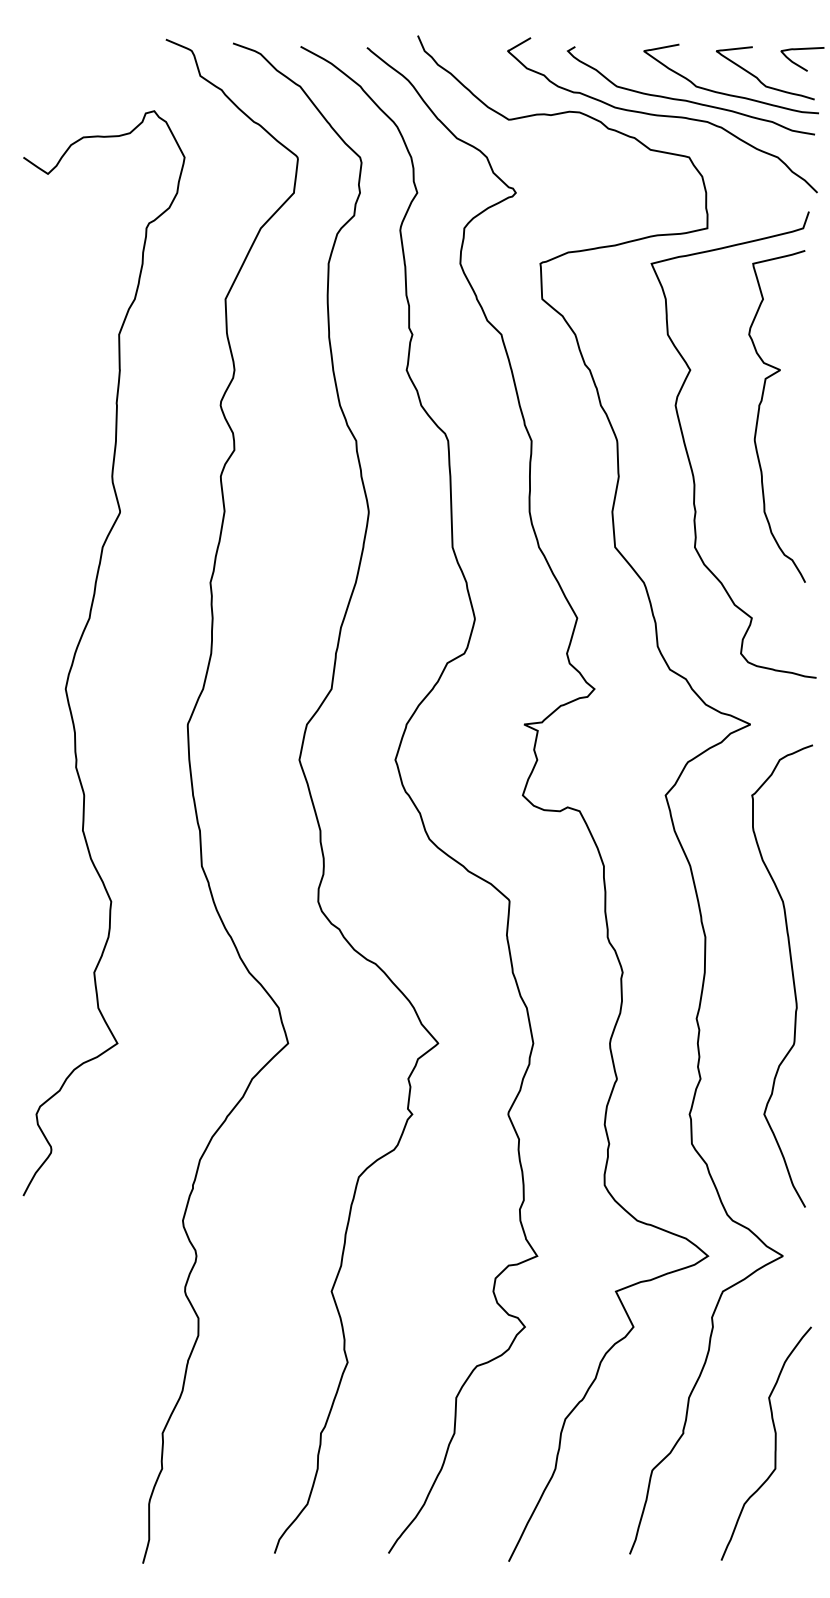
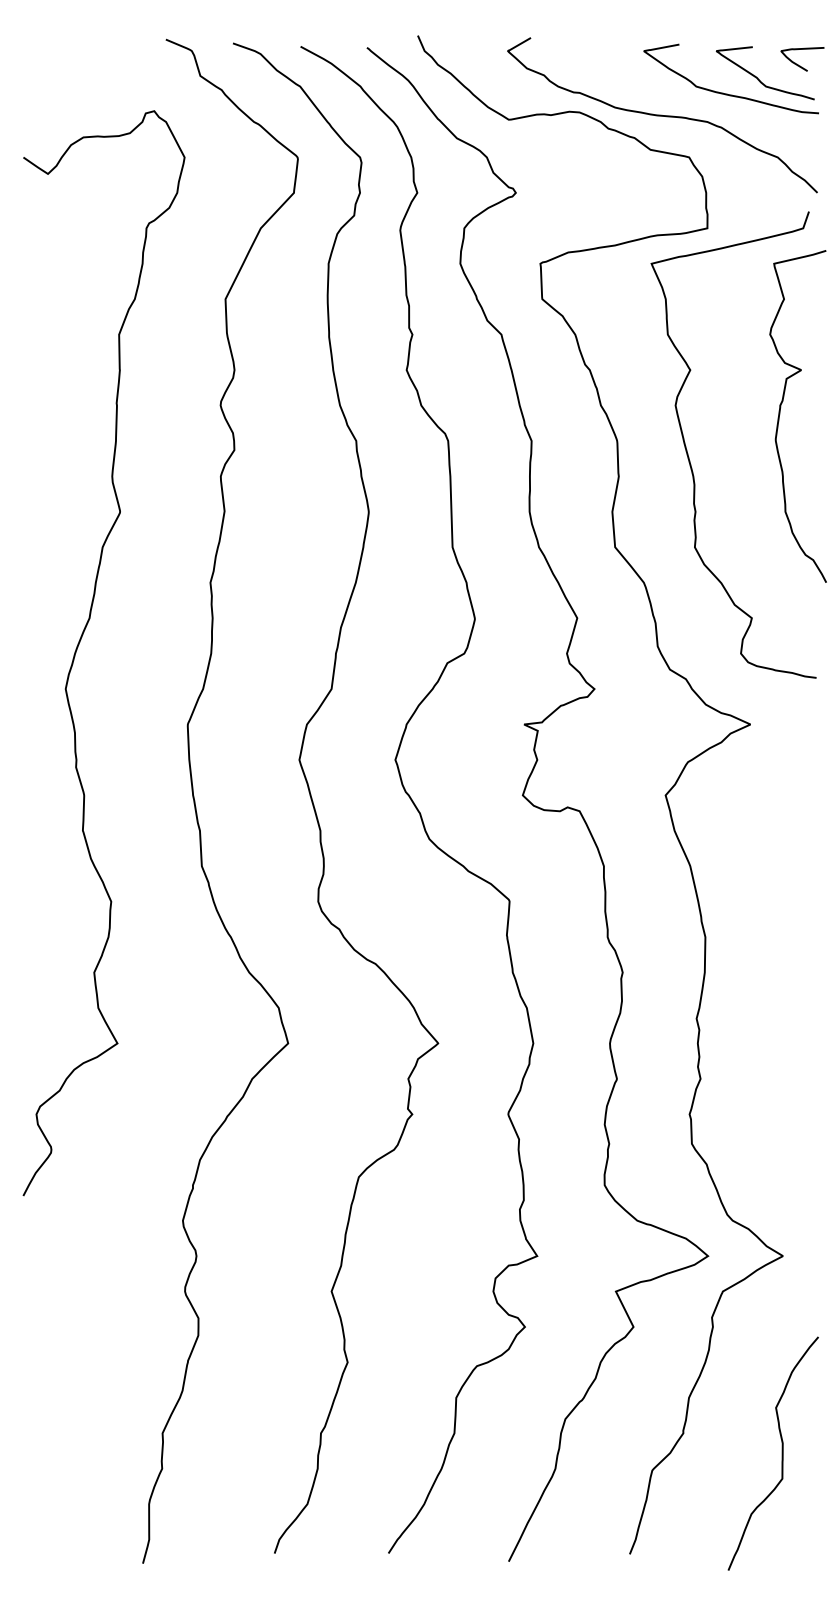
curve at (690, 100): present -> none
curve at (759, 414) position: (759, 414) -> (780, 414)
curve at (791, 973): present -> none
curve at (774, 1443) position: (774, 1443) -> (781, 1453)
